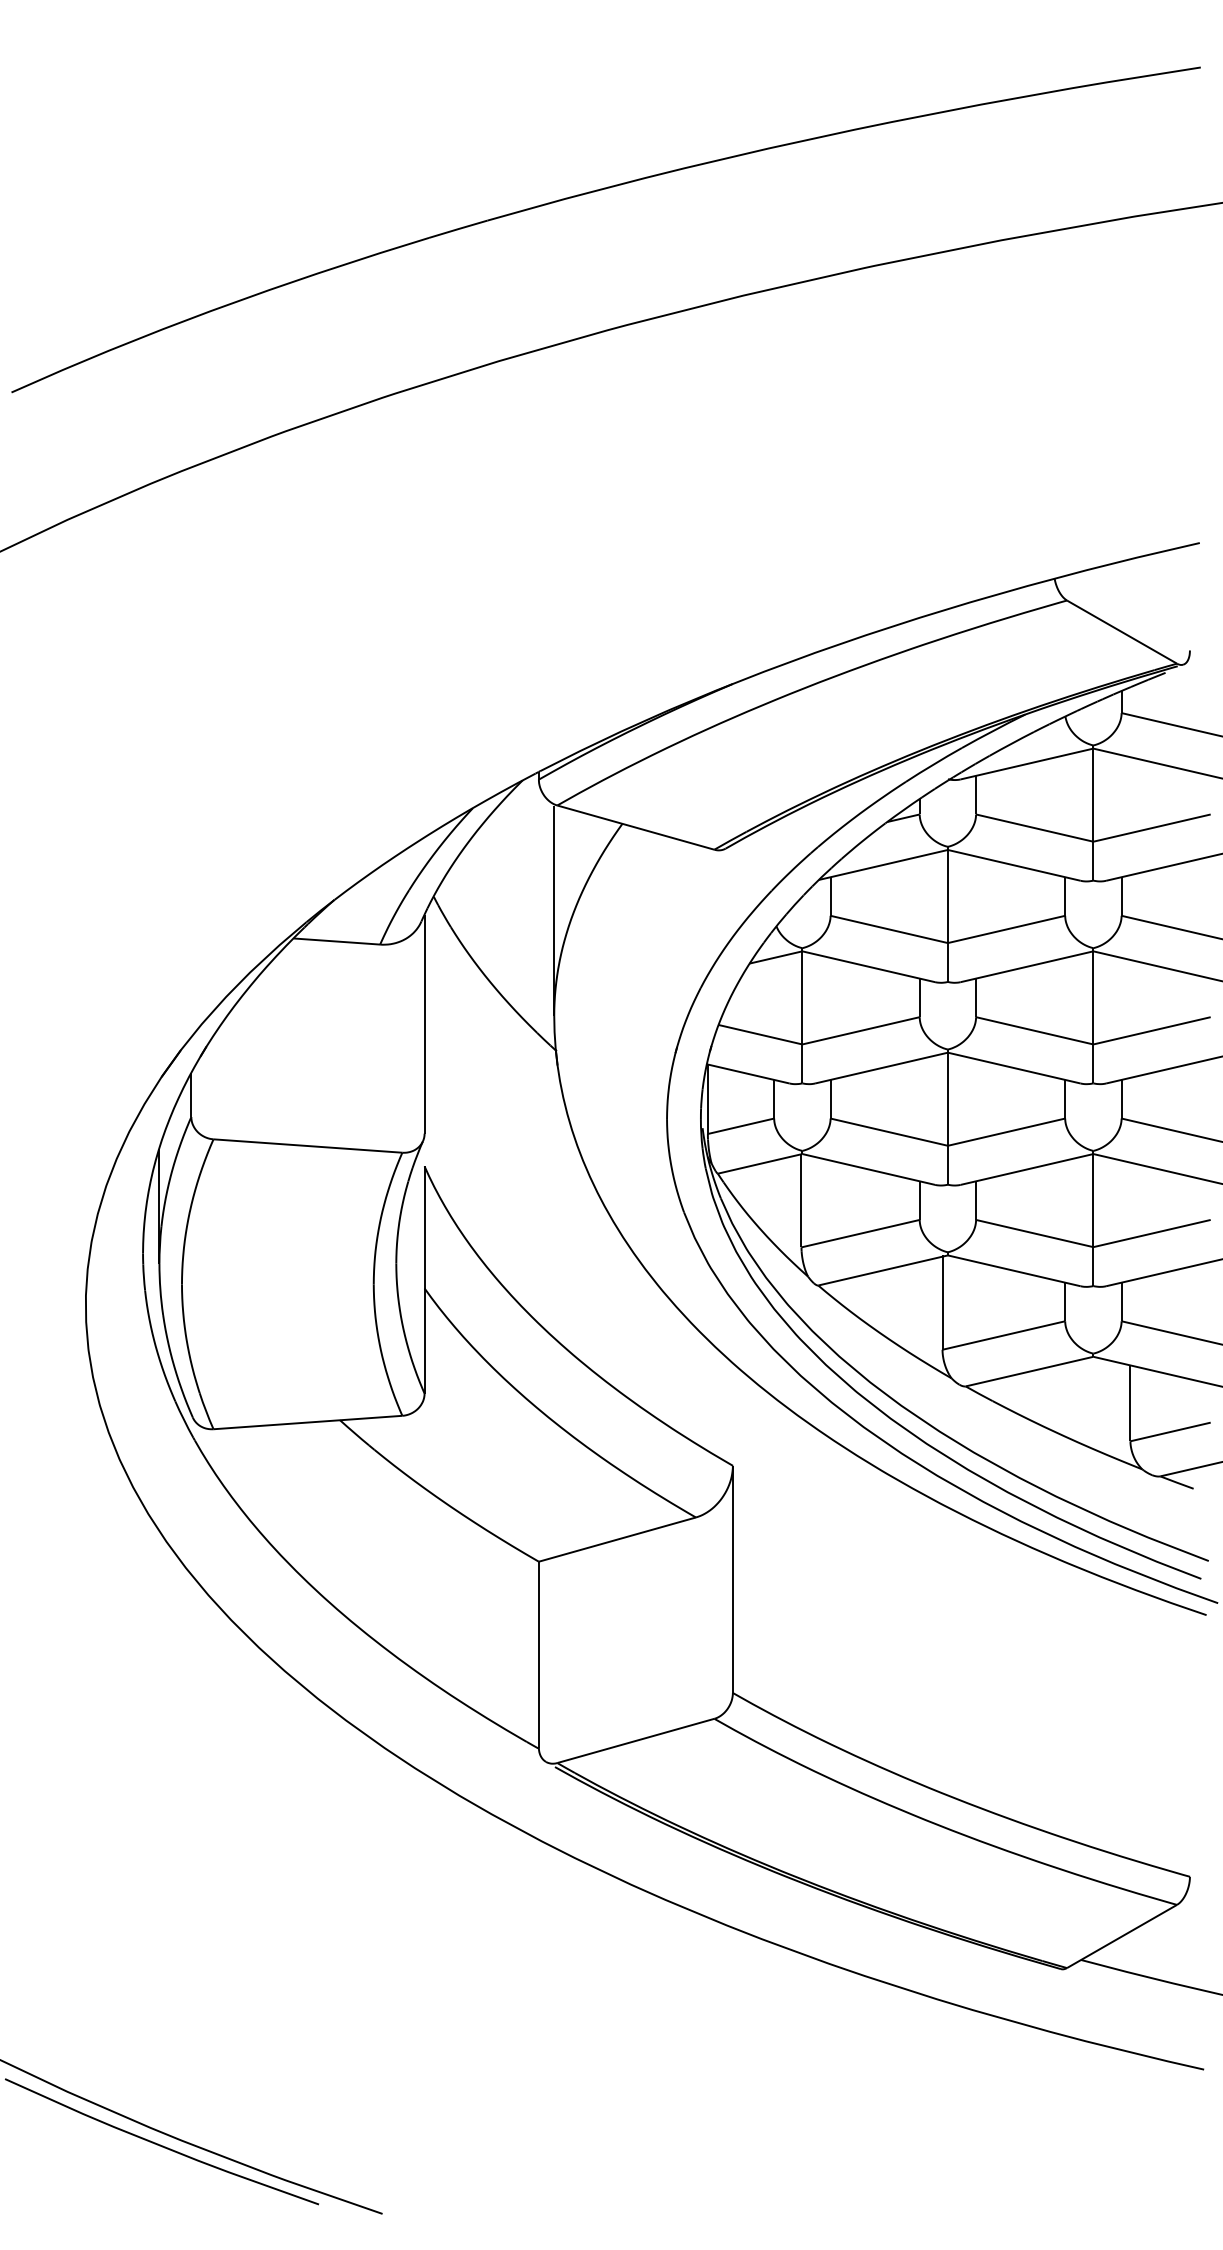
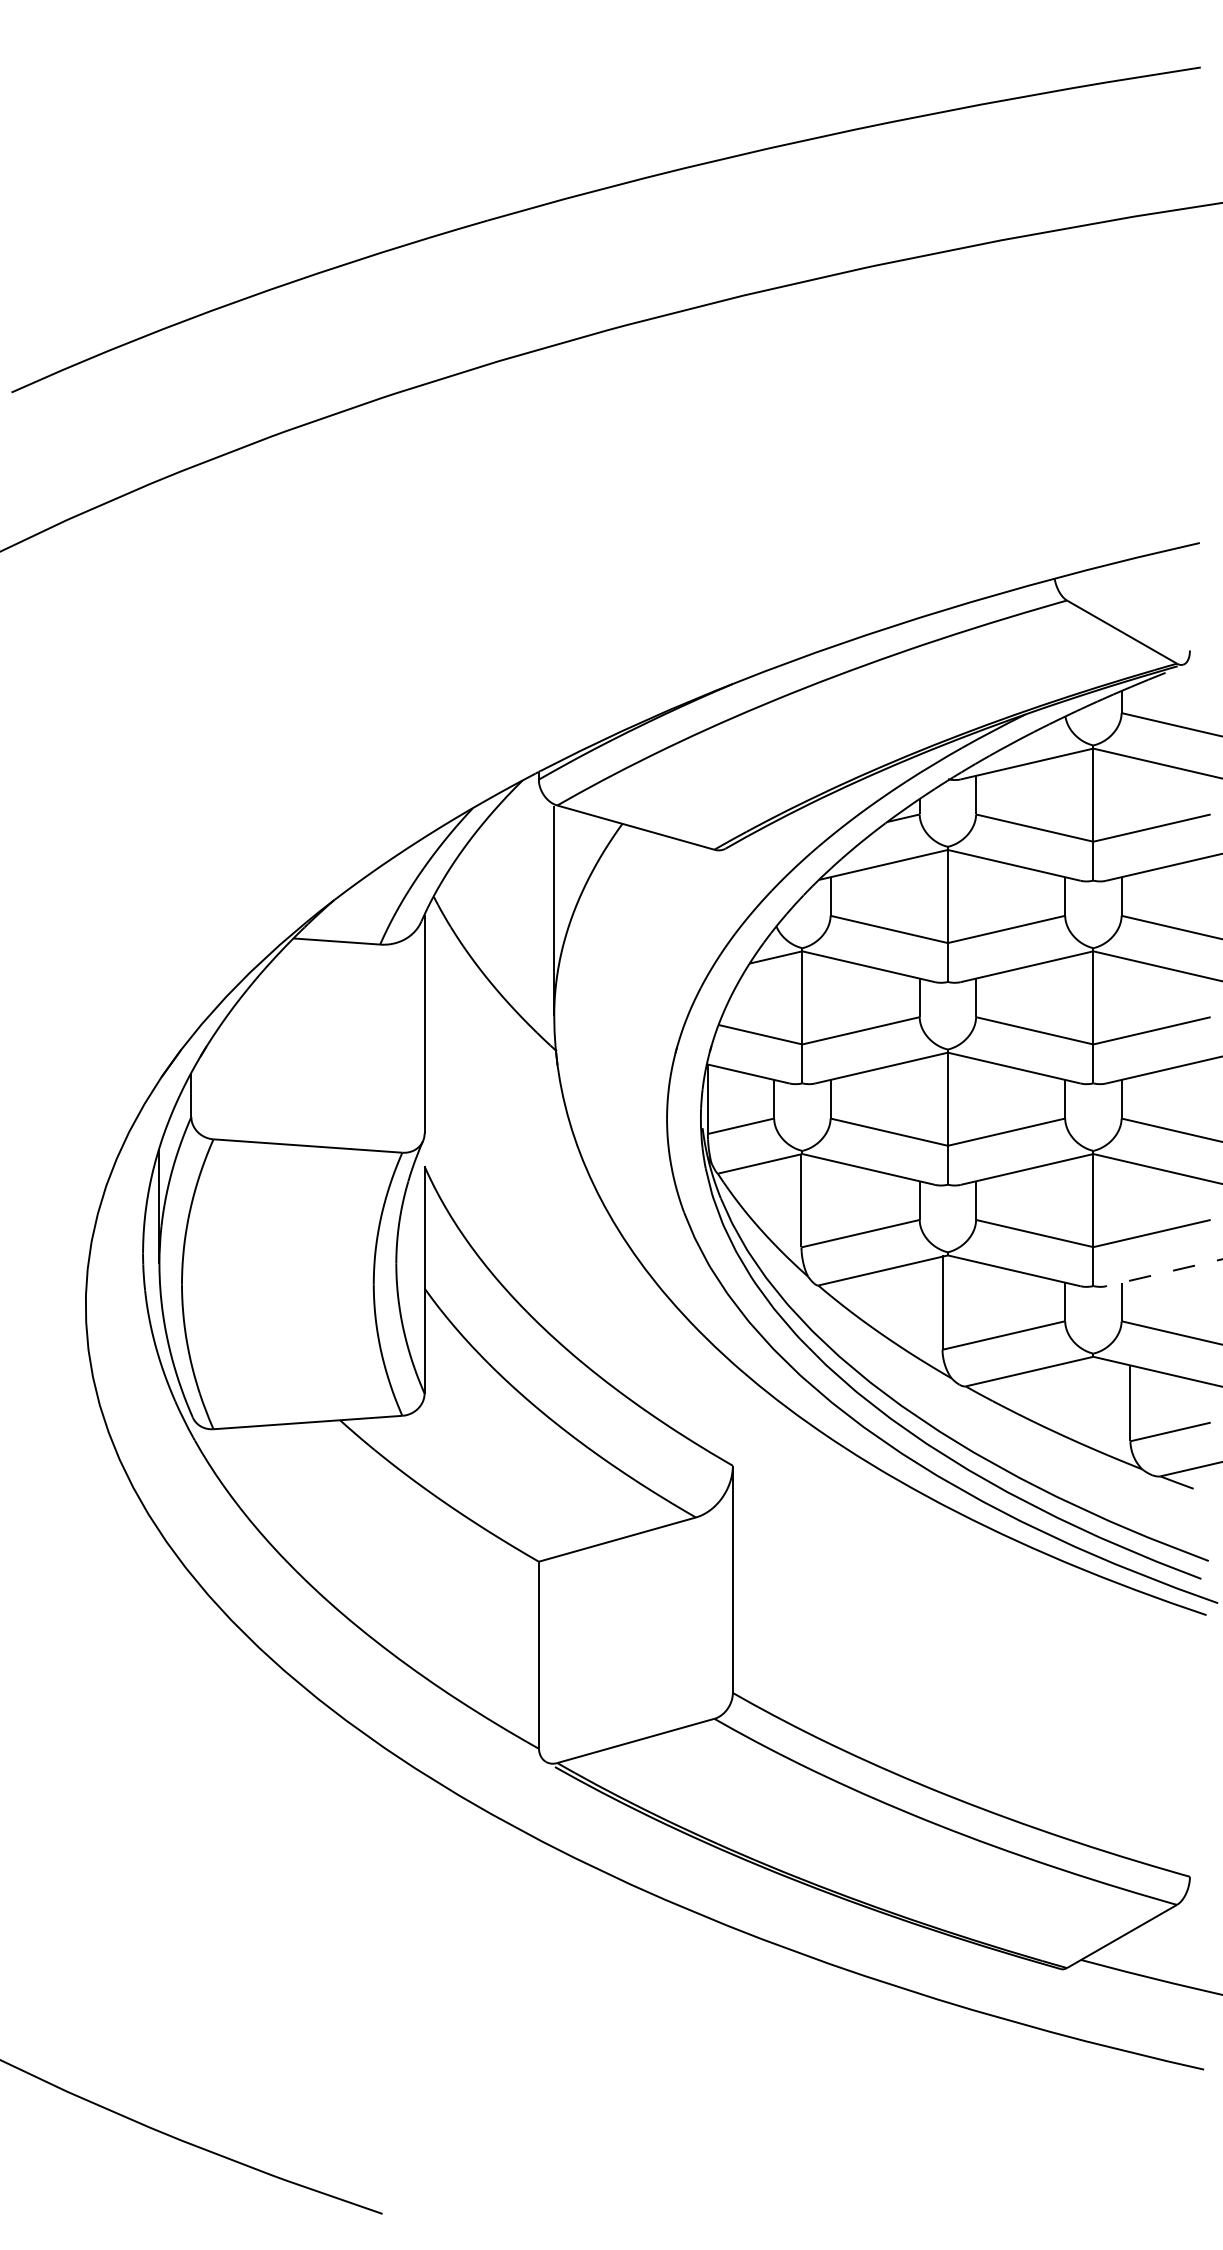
line at (1164, 1272): solid -> dashed
curve at (160, 2144): present -> none
